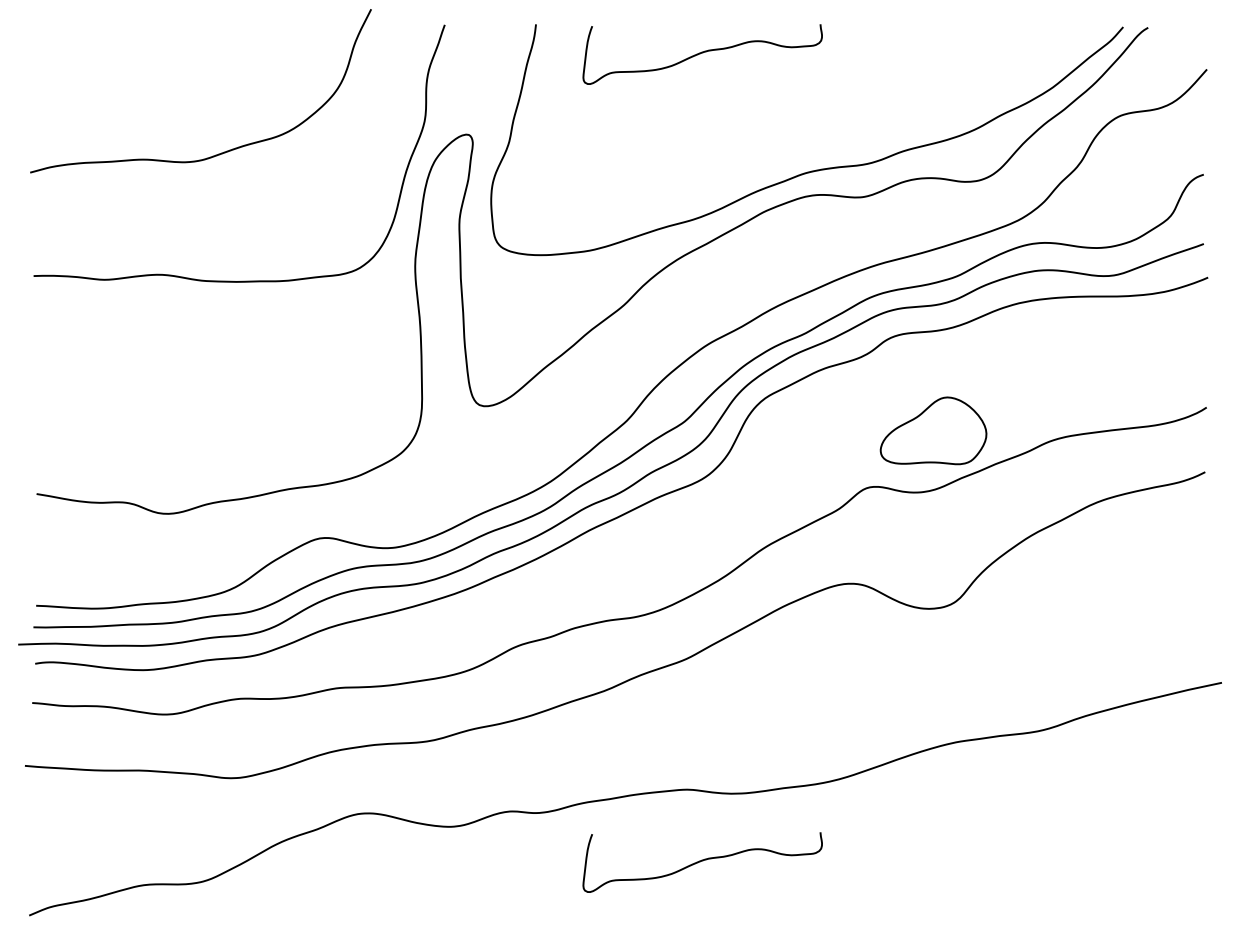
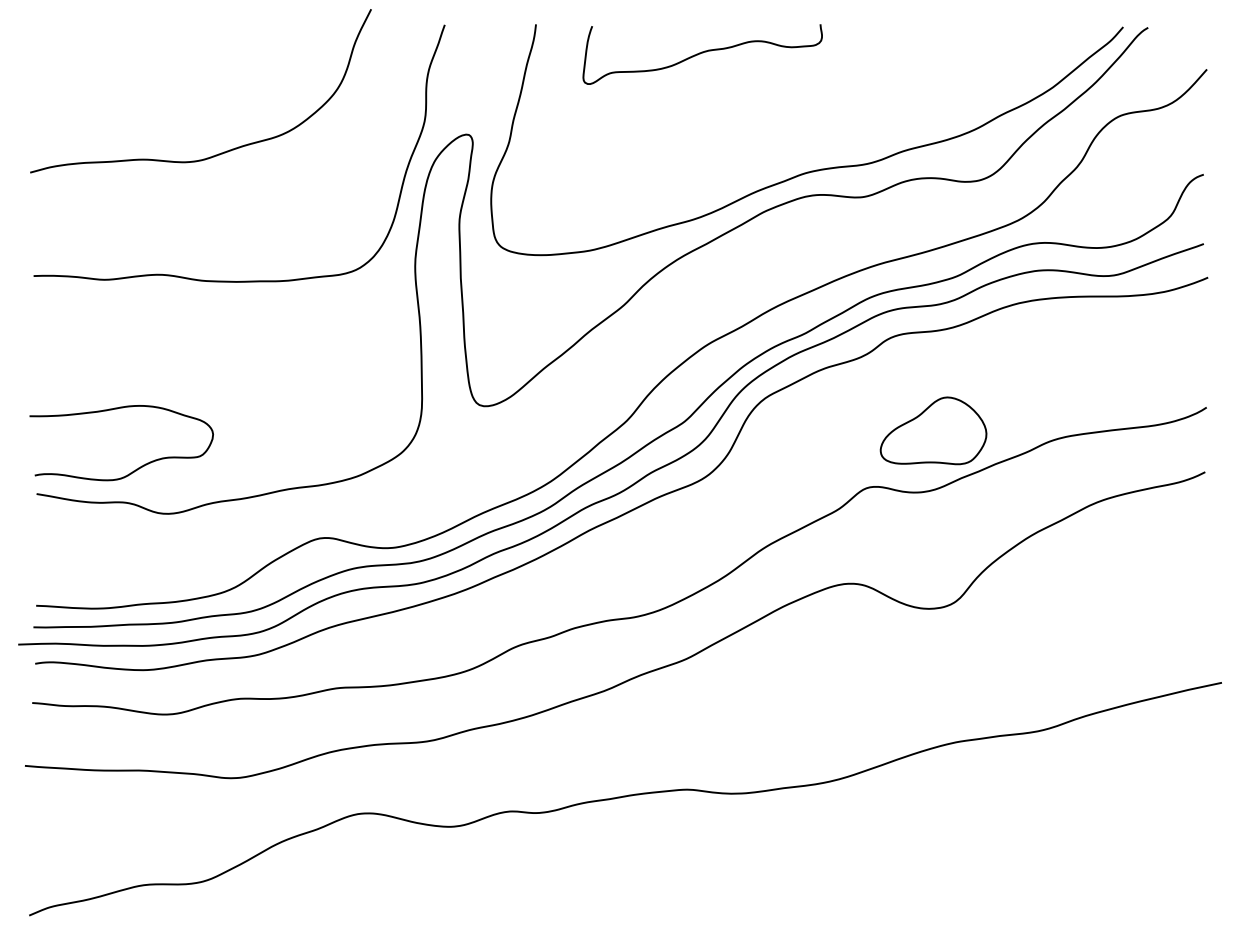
curve at (136, 468): none -> present
curve at (702, 861): present -> none
